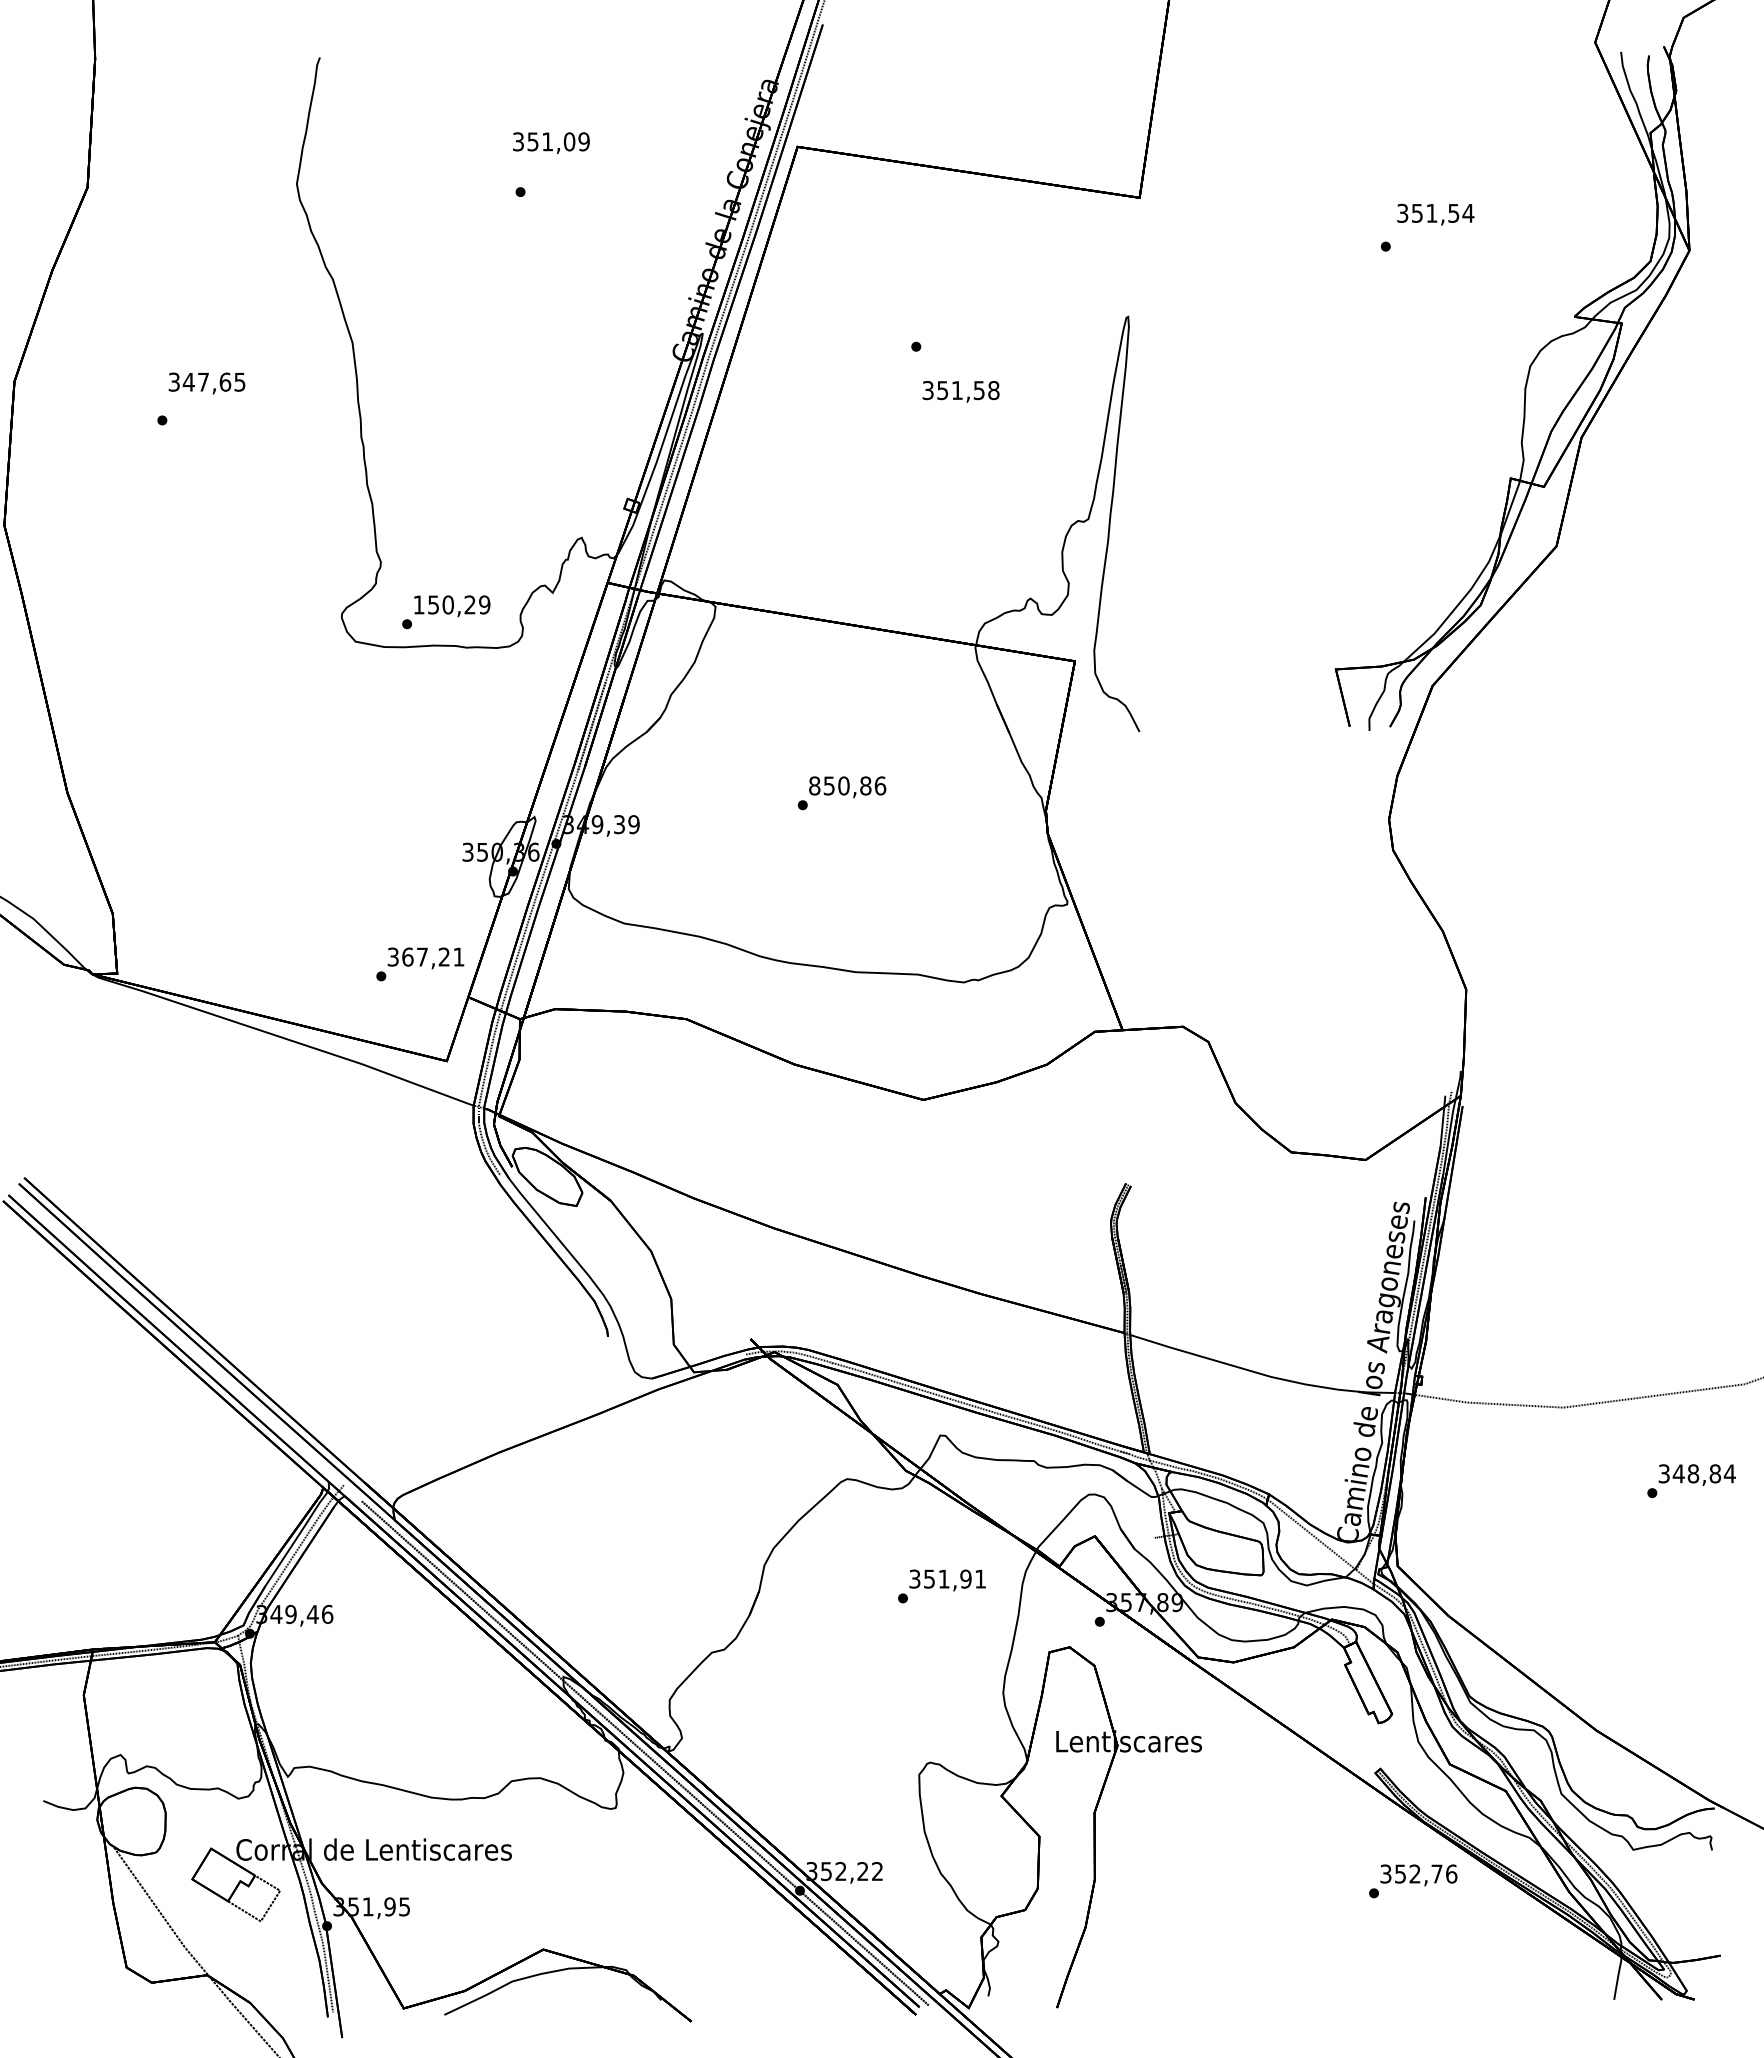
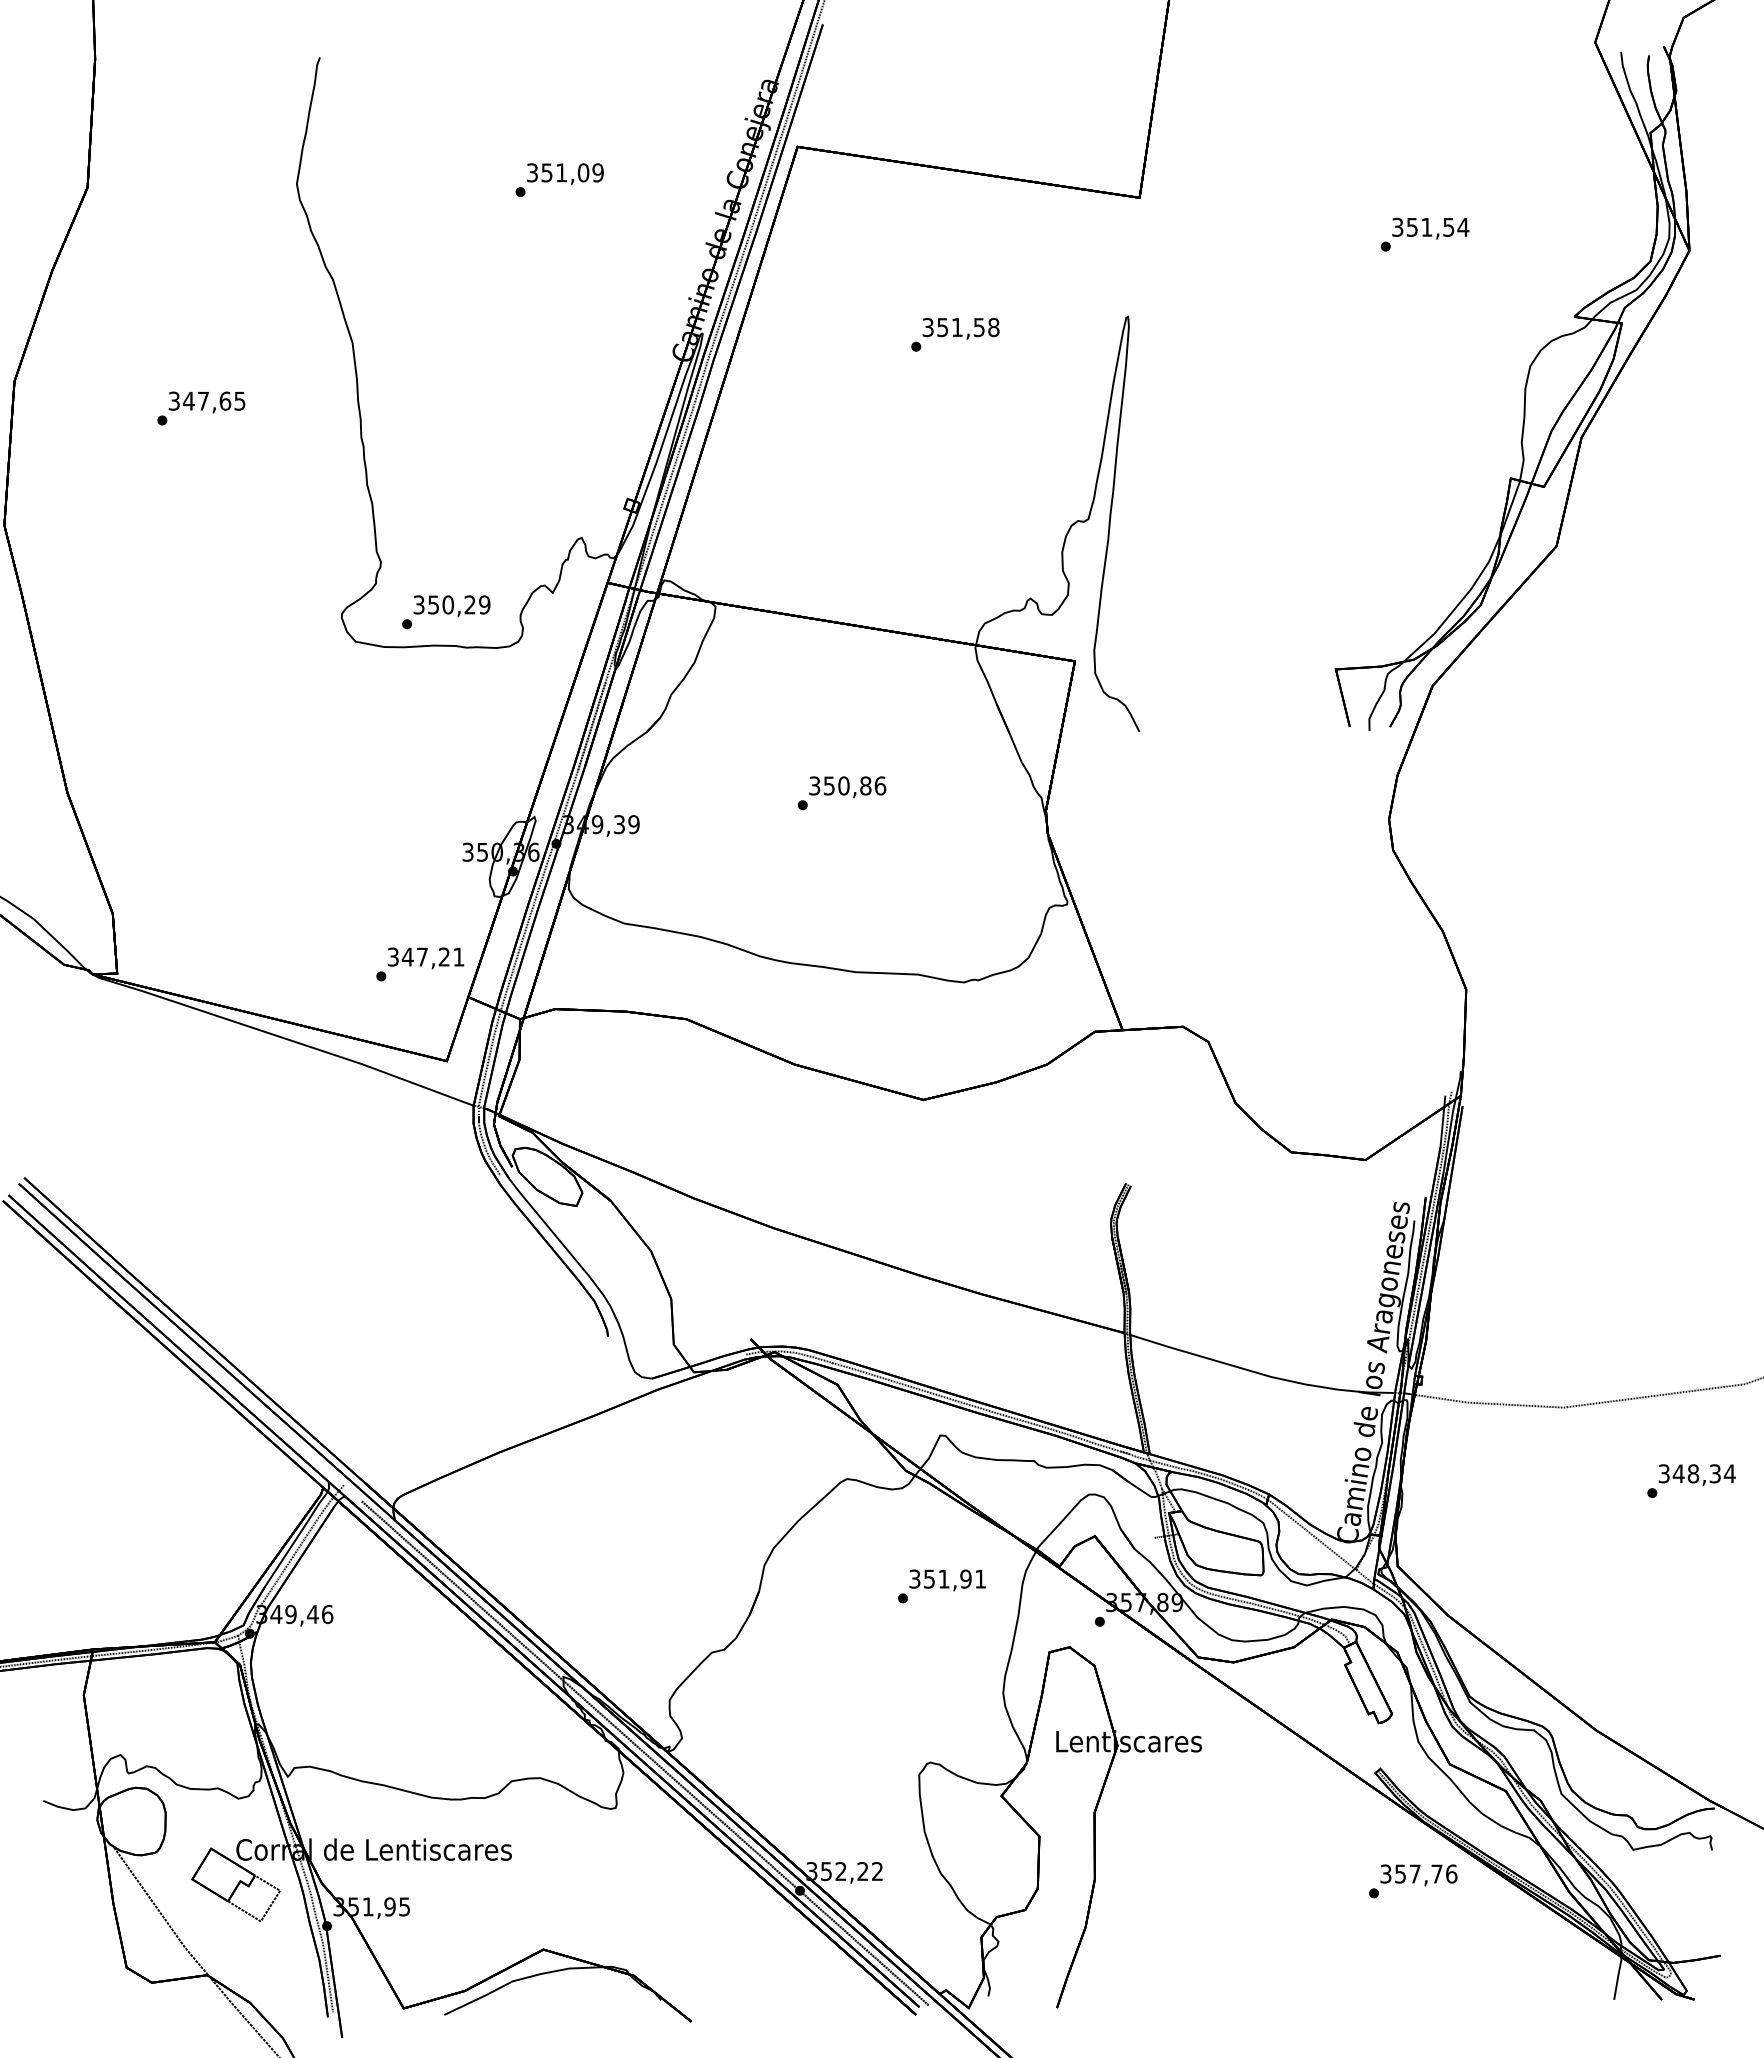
text at (551, 143) position: (551, 143) -> (565, 174)
text at (1435, 214) position: (1435, 214) -> (1430, 228)
text at (206, 383) position: (206, 383) -> (206, 402)
text at (960, 391) position: (960, 391) -> (960, 328)
text at (418, 604): 150,29 -> 350,29
text at (814, 785): 850,86 -> 350,86
text at (407, 956): 367,21 -> 347,21
text at (1715, 1473): 348,84 -> 348,34
text at (1414, 1873): 352,76 -> 357,76
